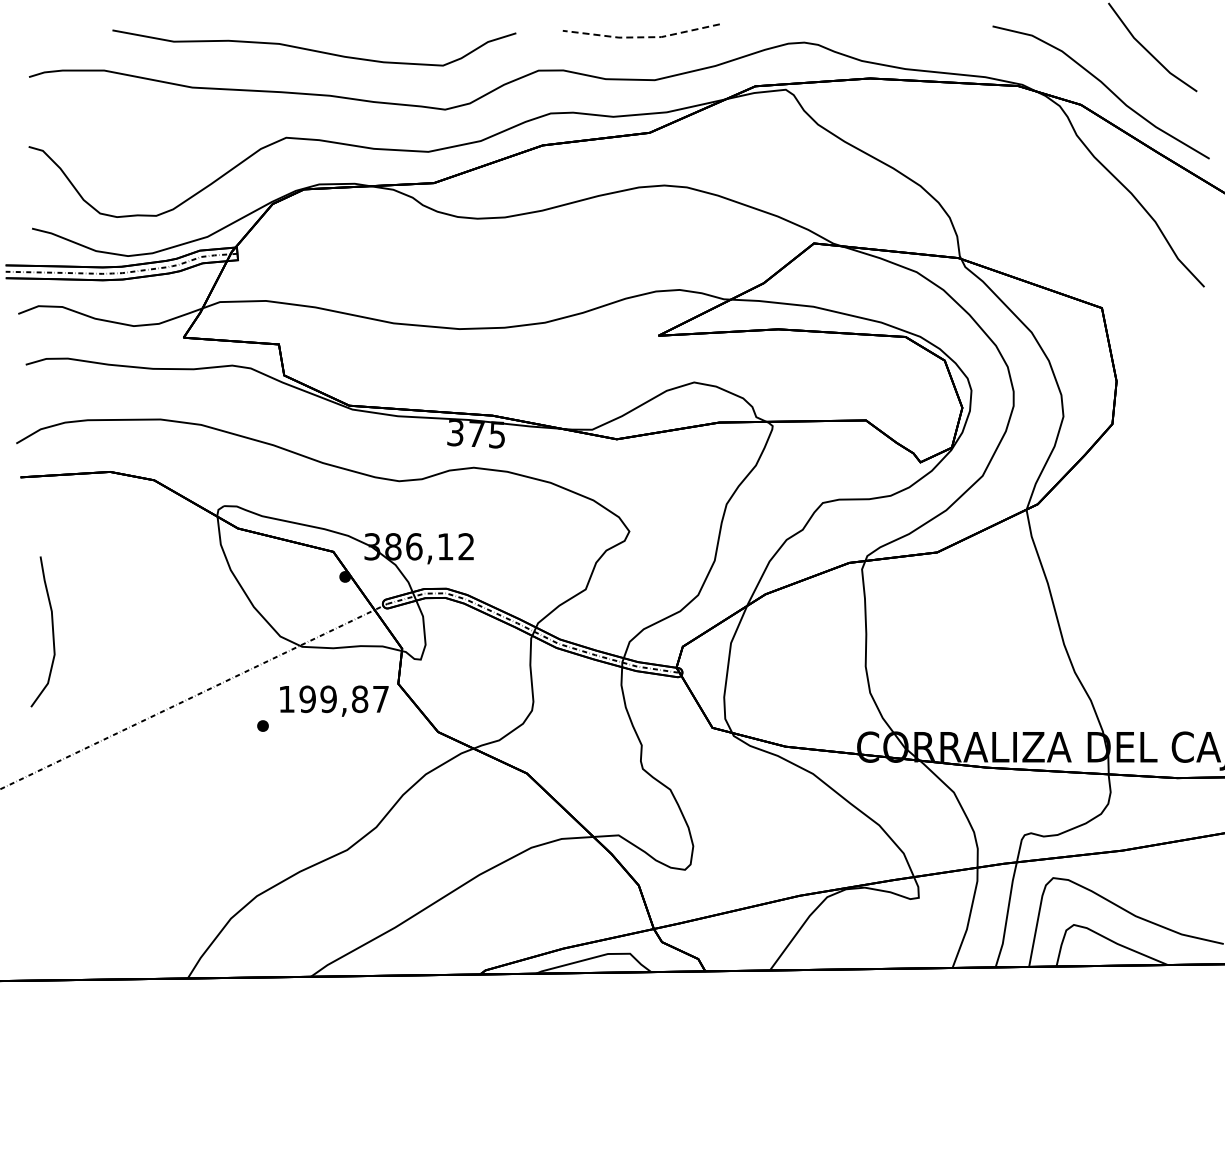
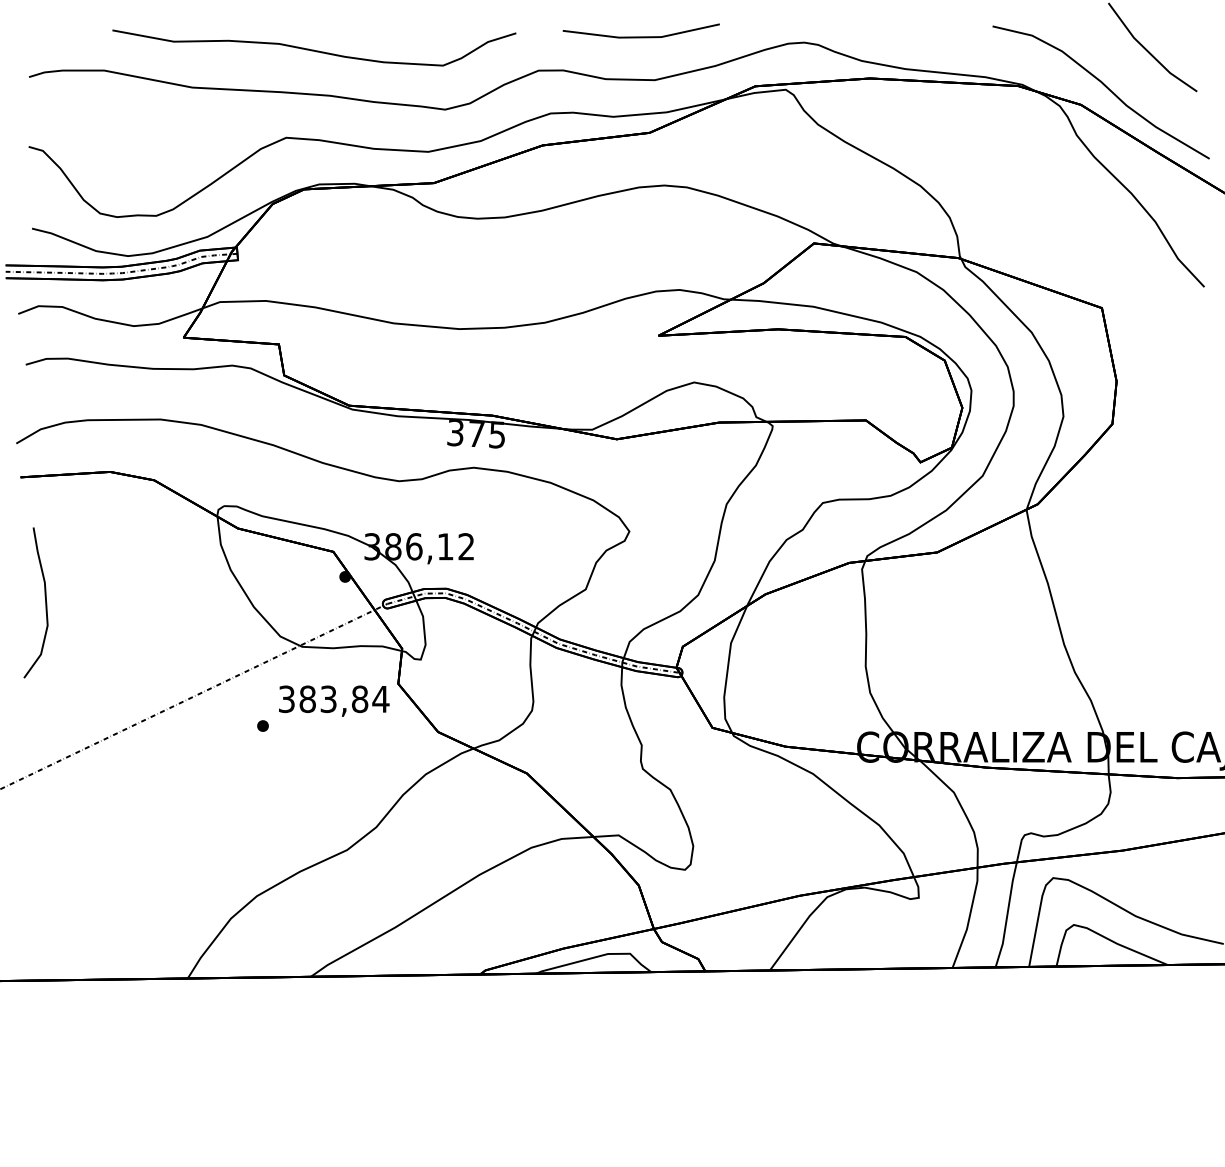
line at (641, 37): dashed -> solid
curve at (52, 631) position: (52, 631) -> (45, 602)
text at (334, 699): 199,87 -> 383,84
